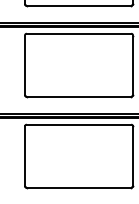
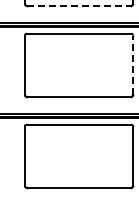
line at (79, 5): solid -> dashed
line at (133, 65): solid -> dashed
